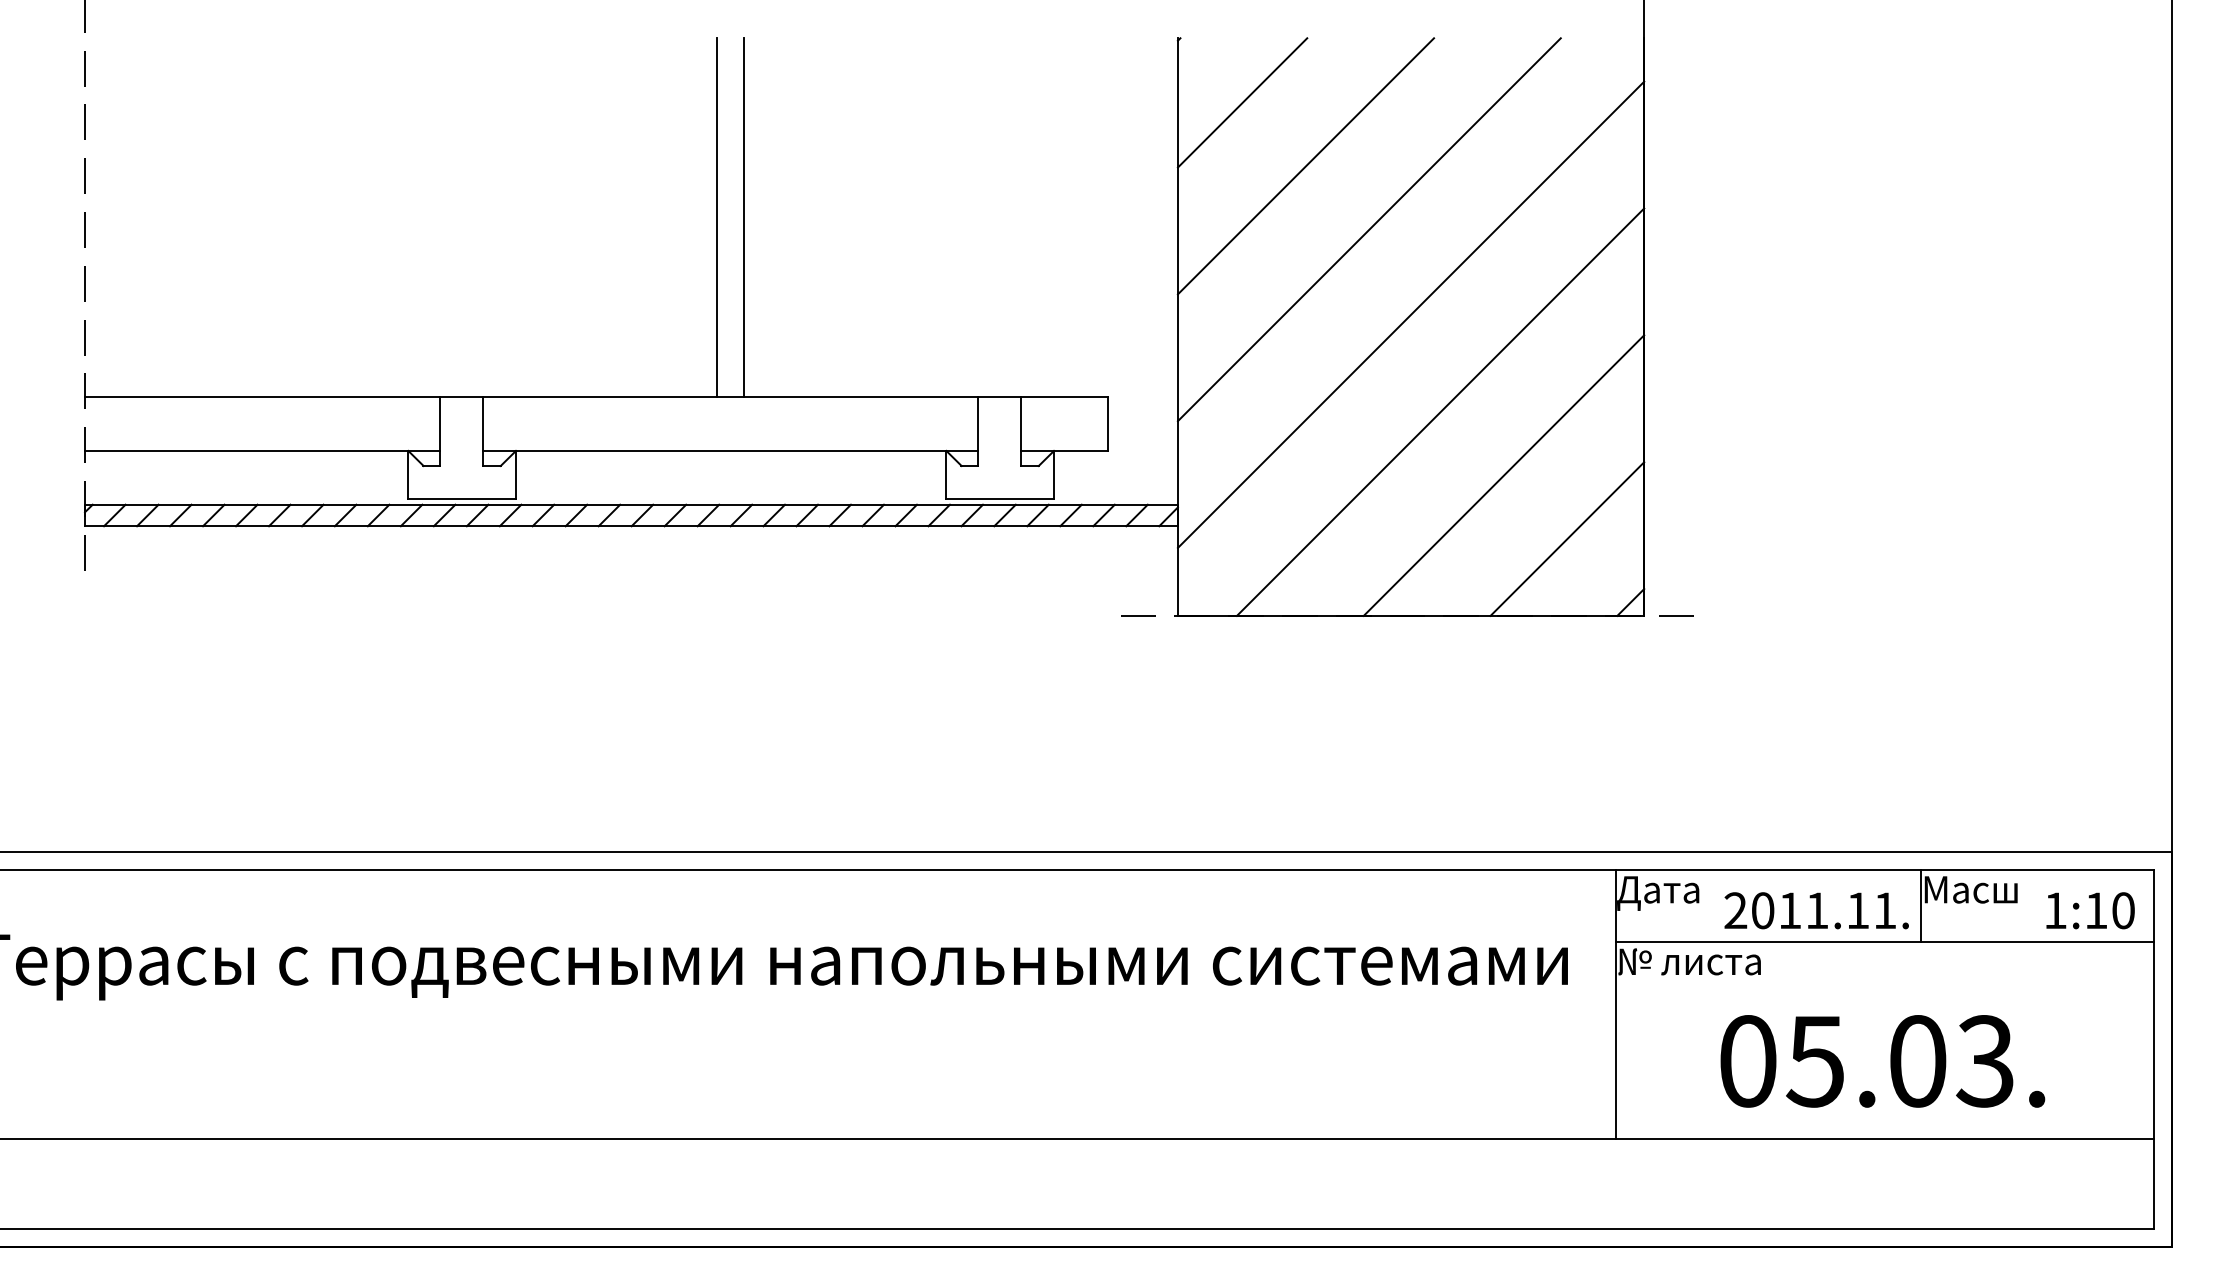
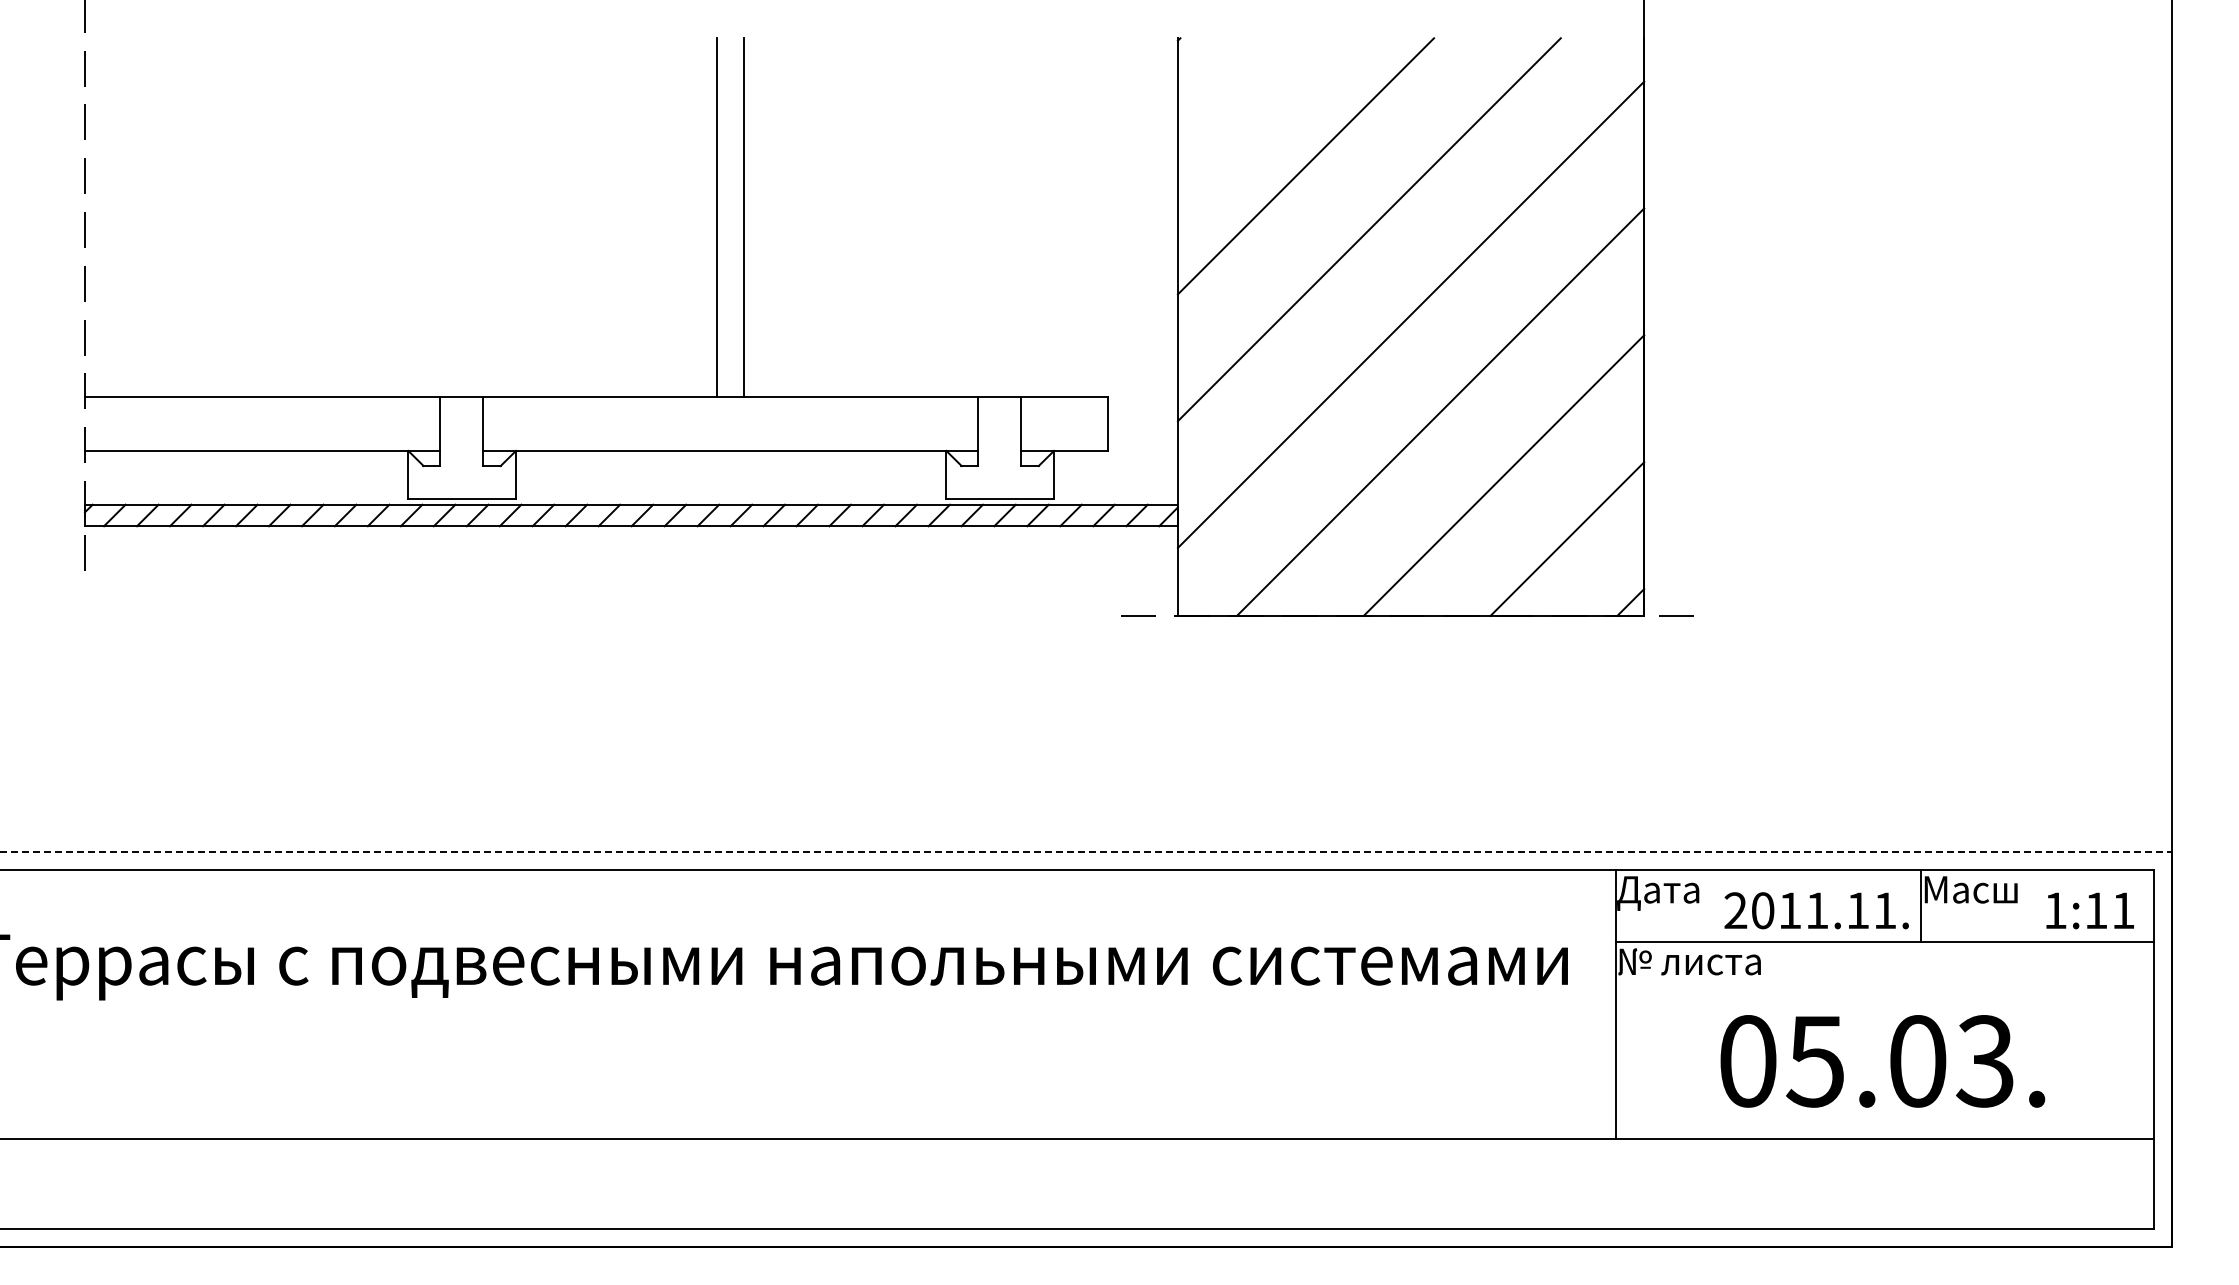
line at (1242, 102): present -> none
line at (1086, 852): solid -> dashed
text at (2123, 910): 1:10 -> 1:11
